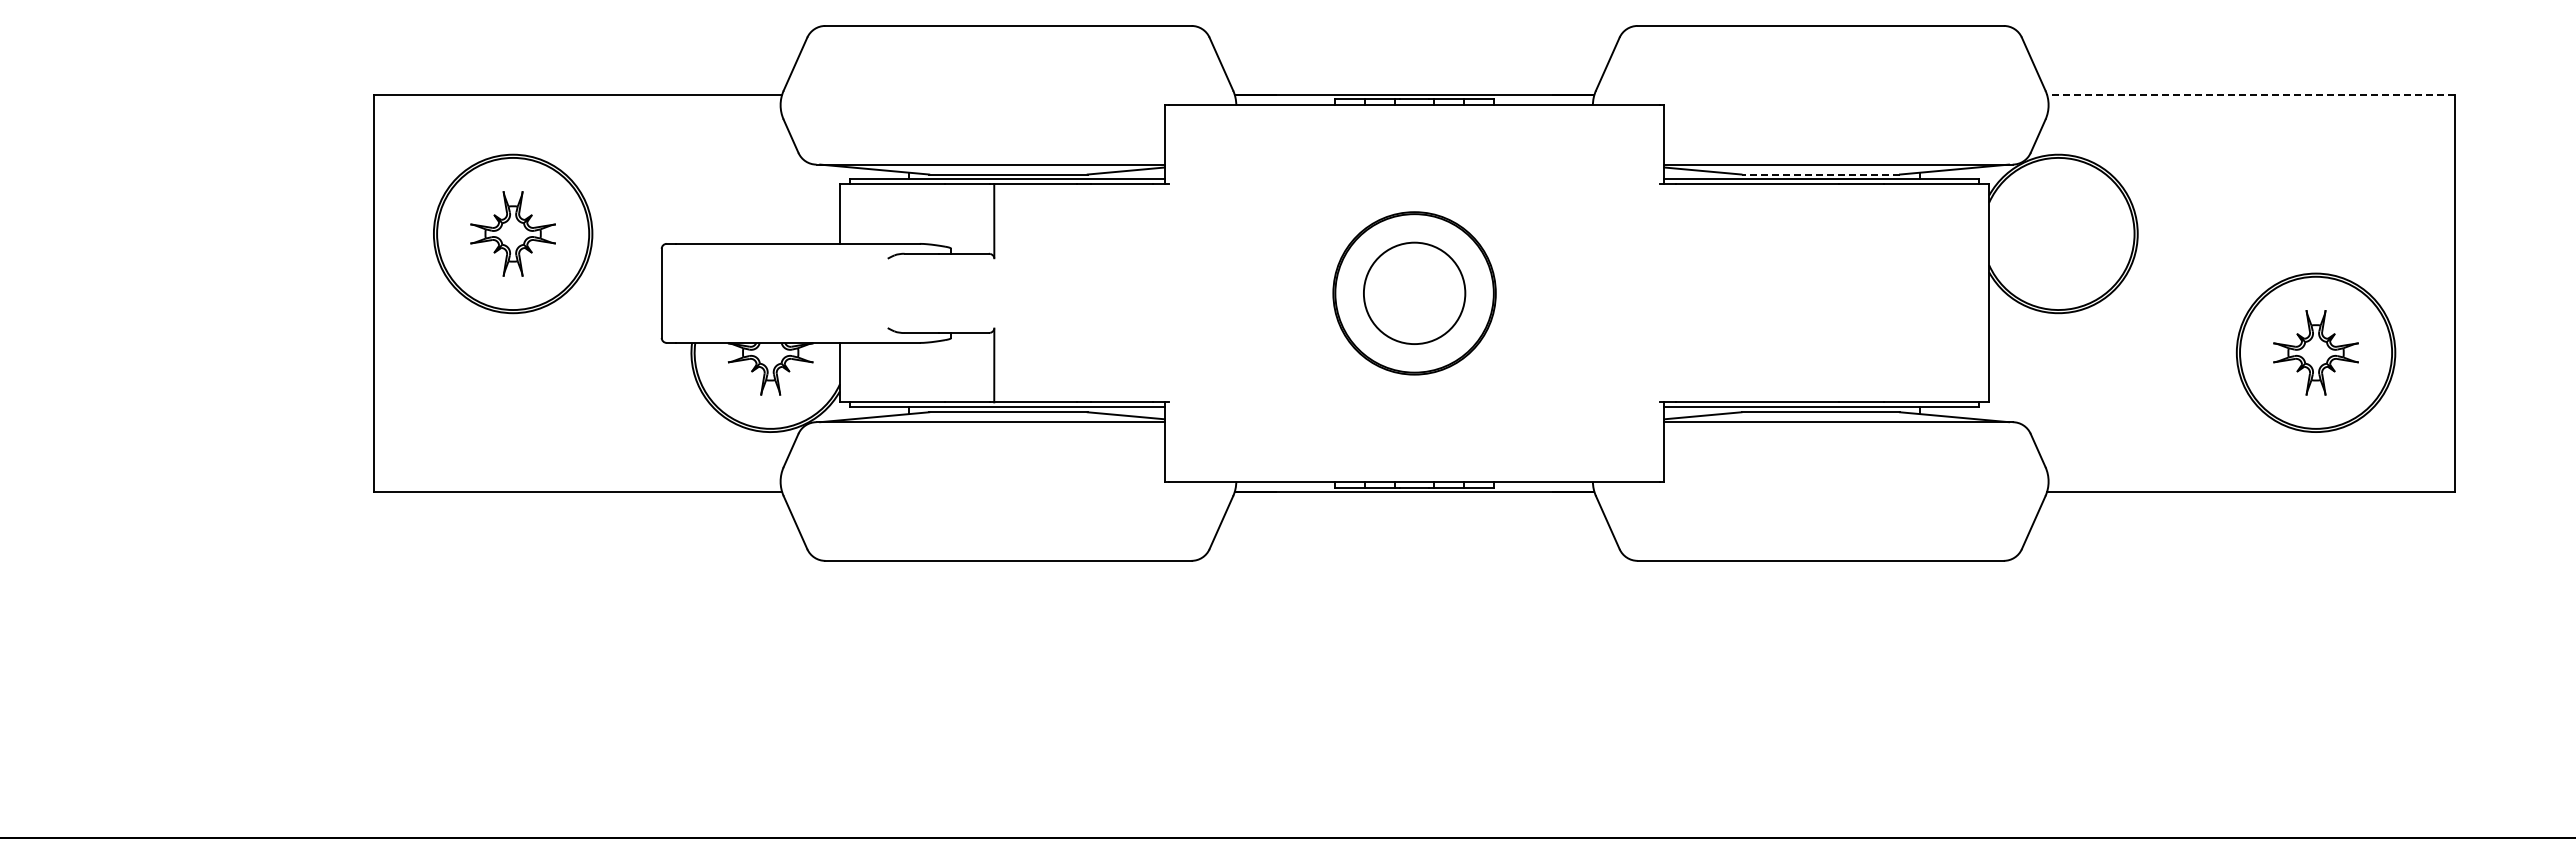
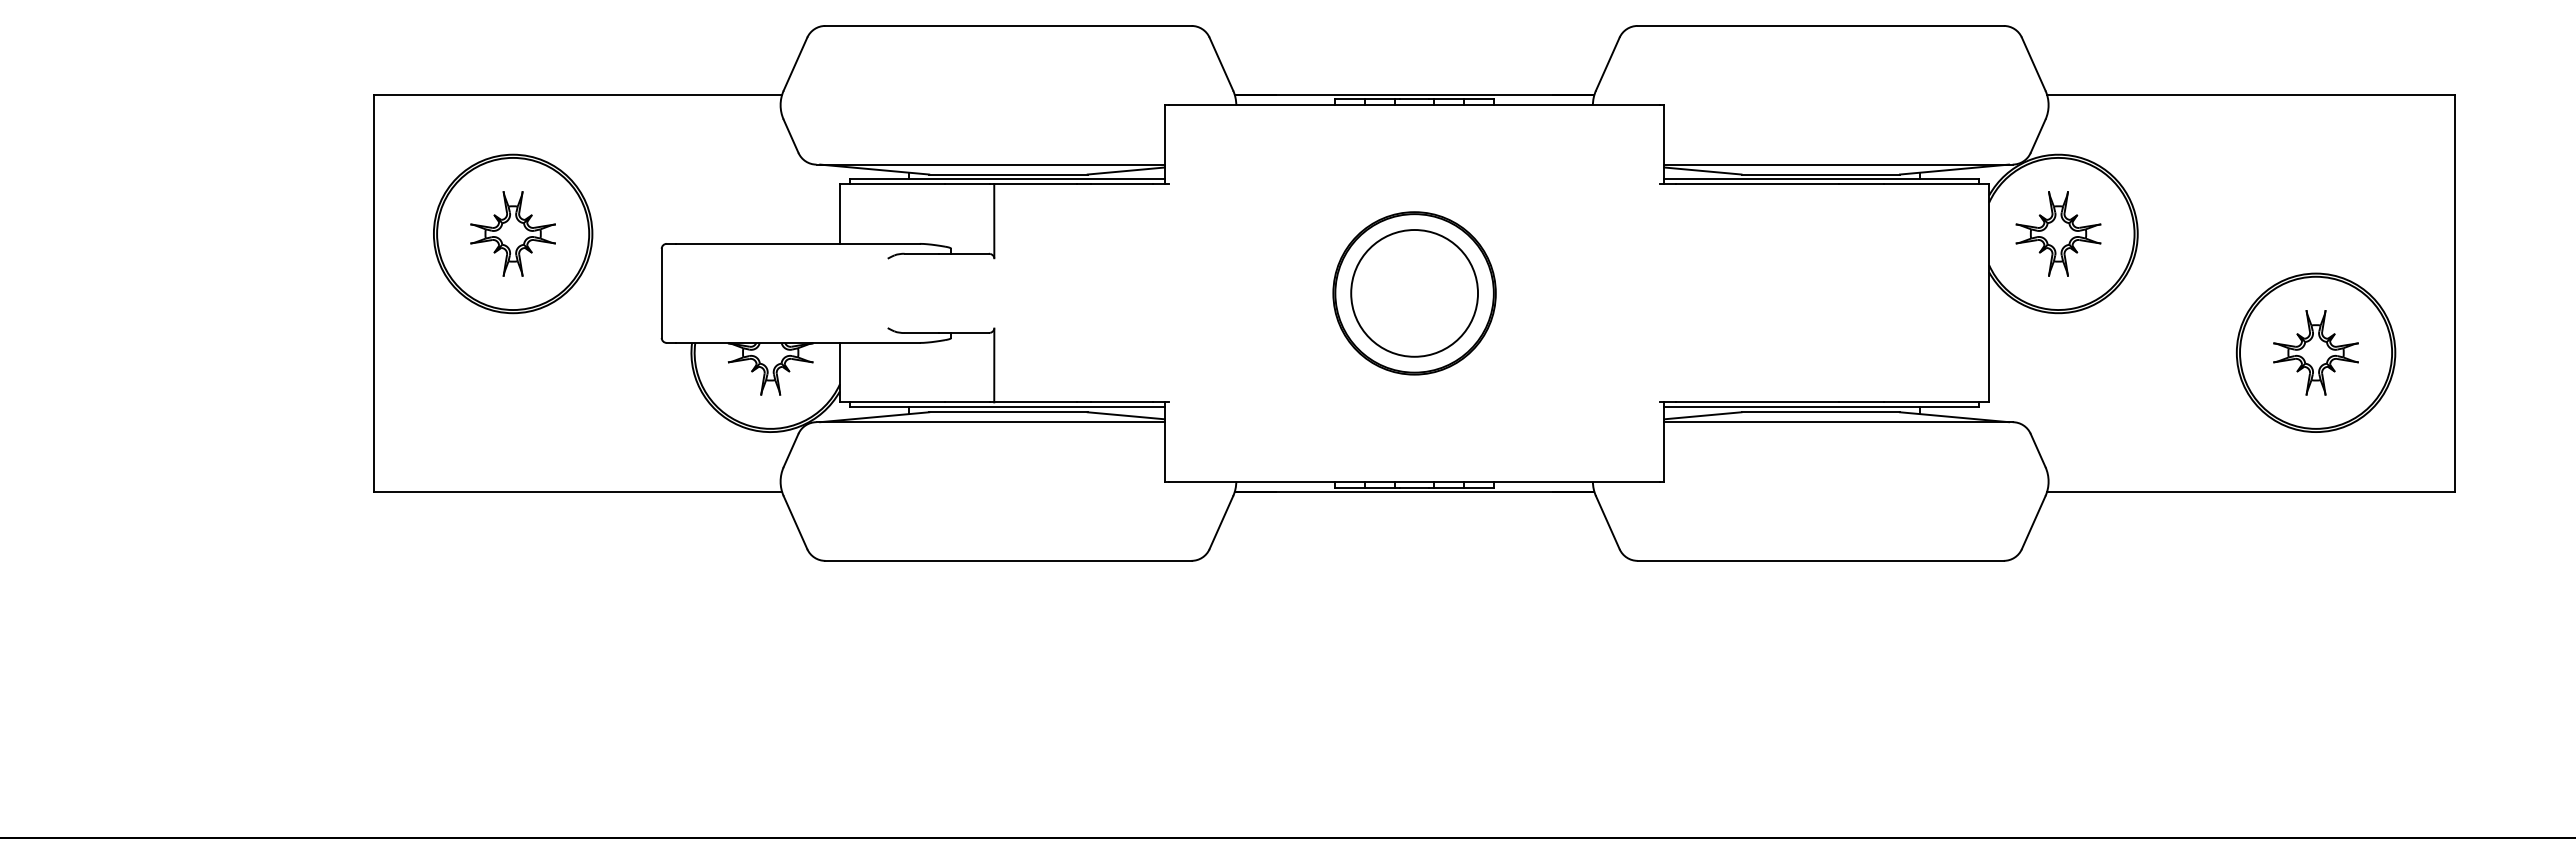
line at (2250, 95): dashed -> solid
line at (1820, 174): dashed -> solid
part at (2058, 233): none -> present
circle at (1414, 293) diameter: 101 px -> 127 px
